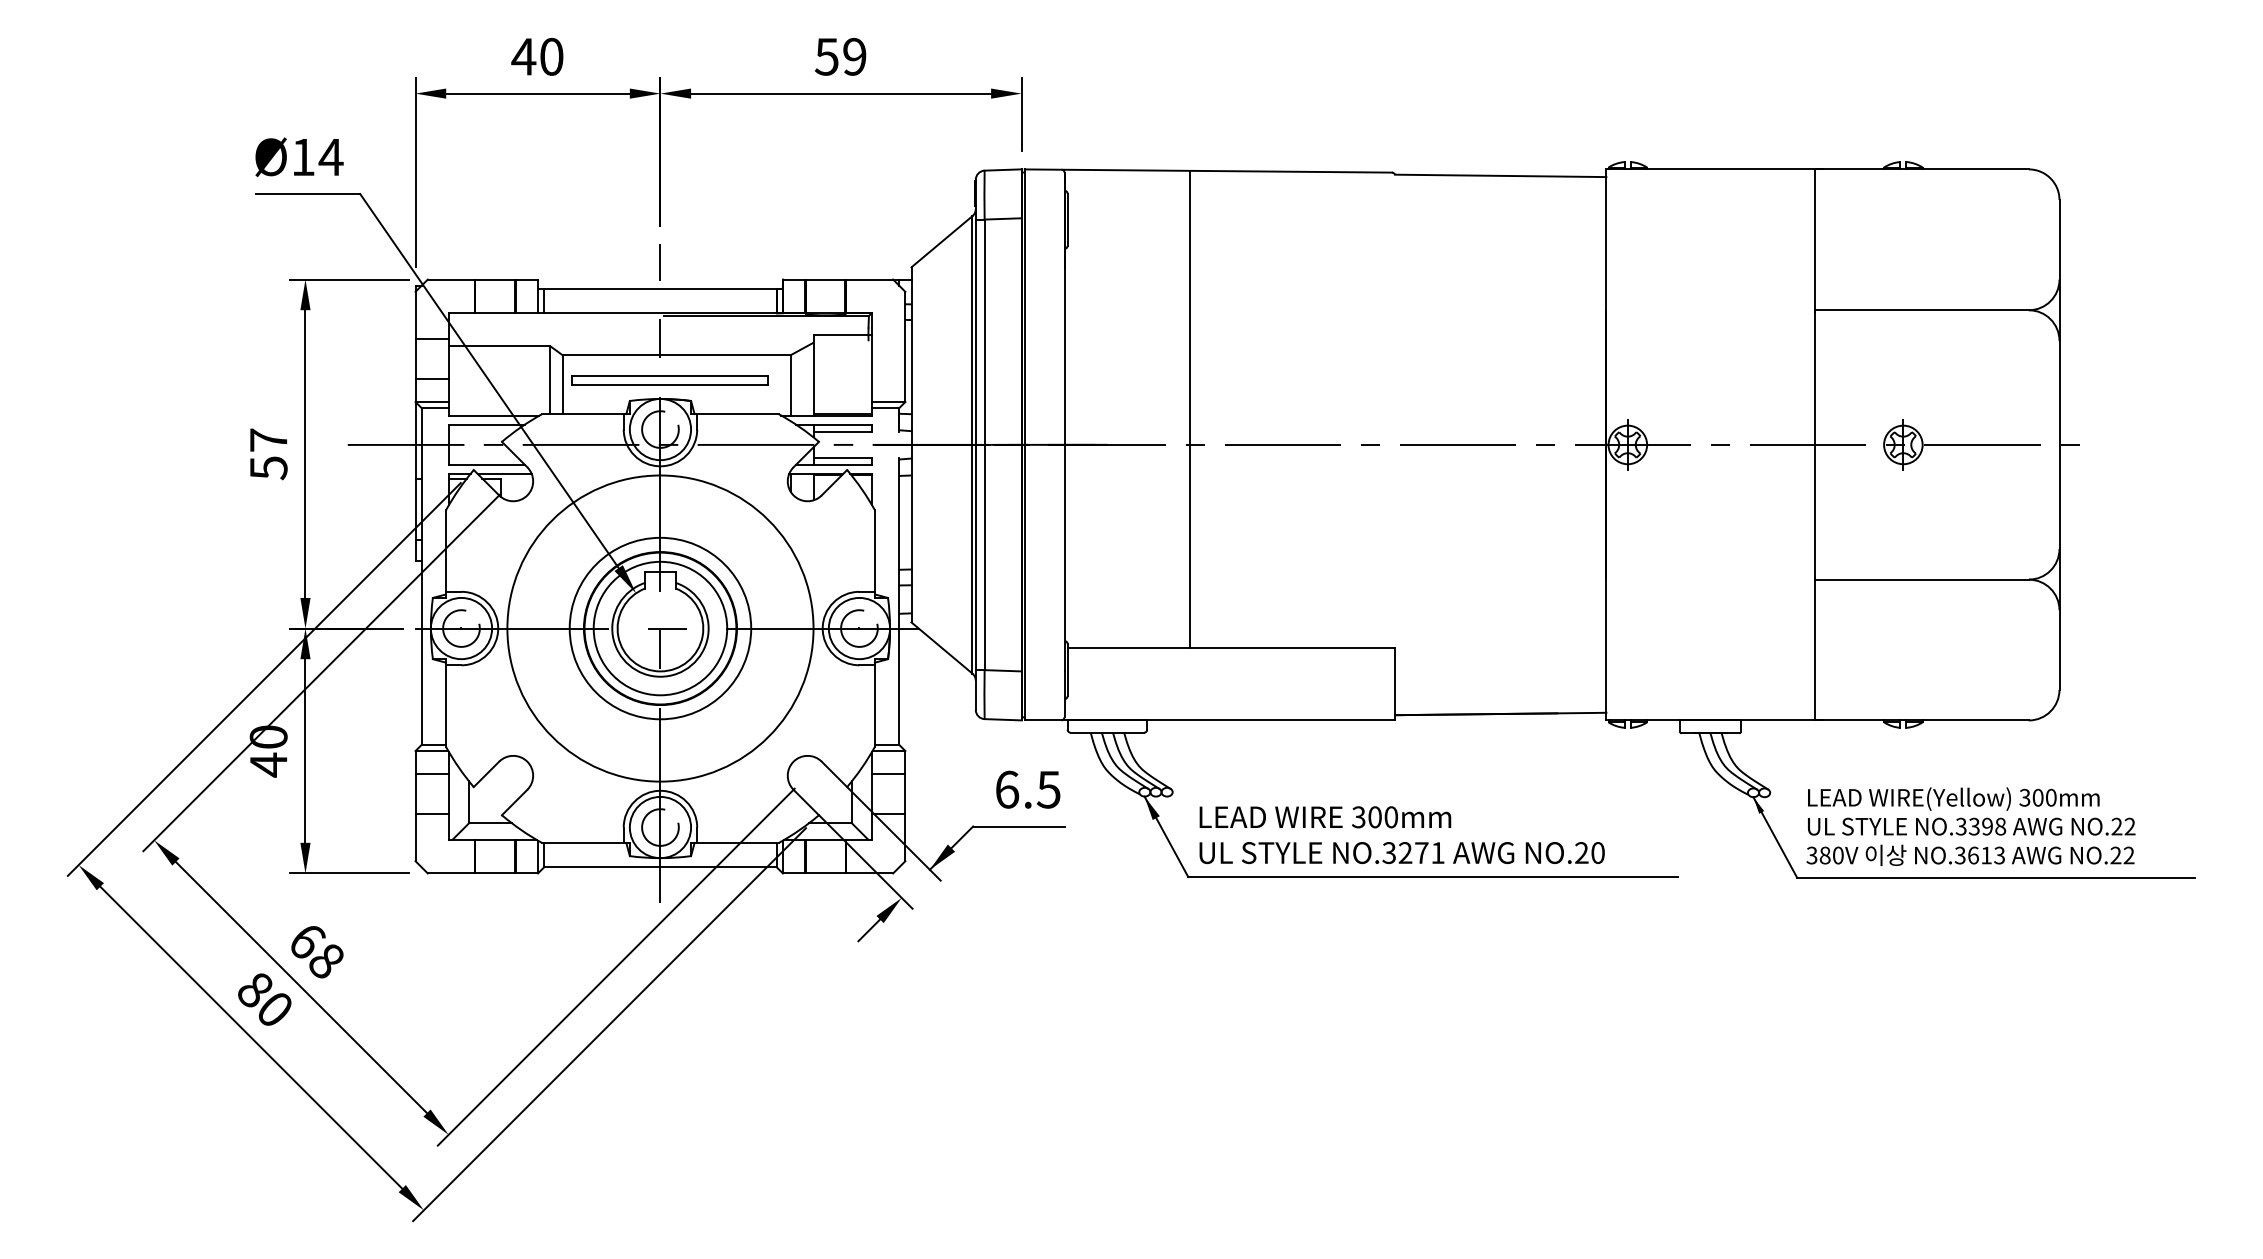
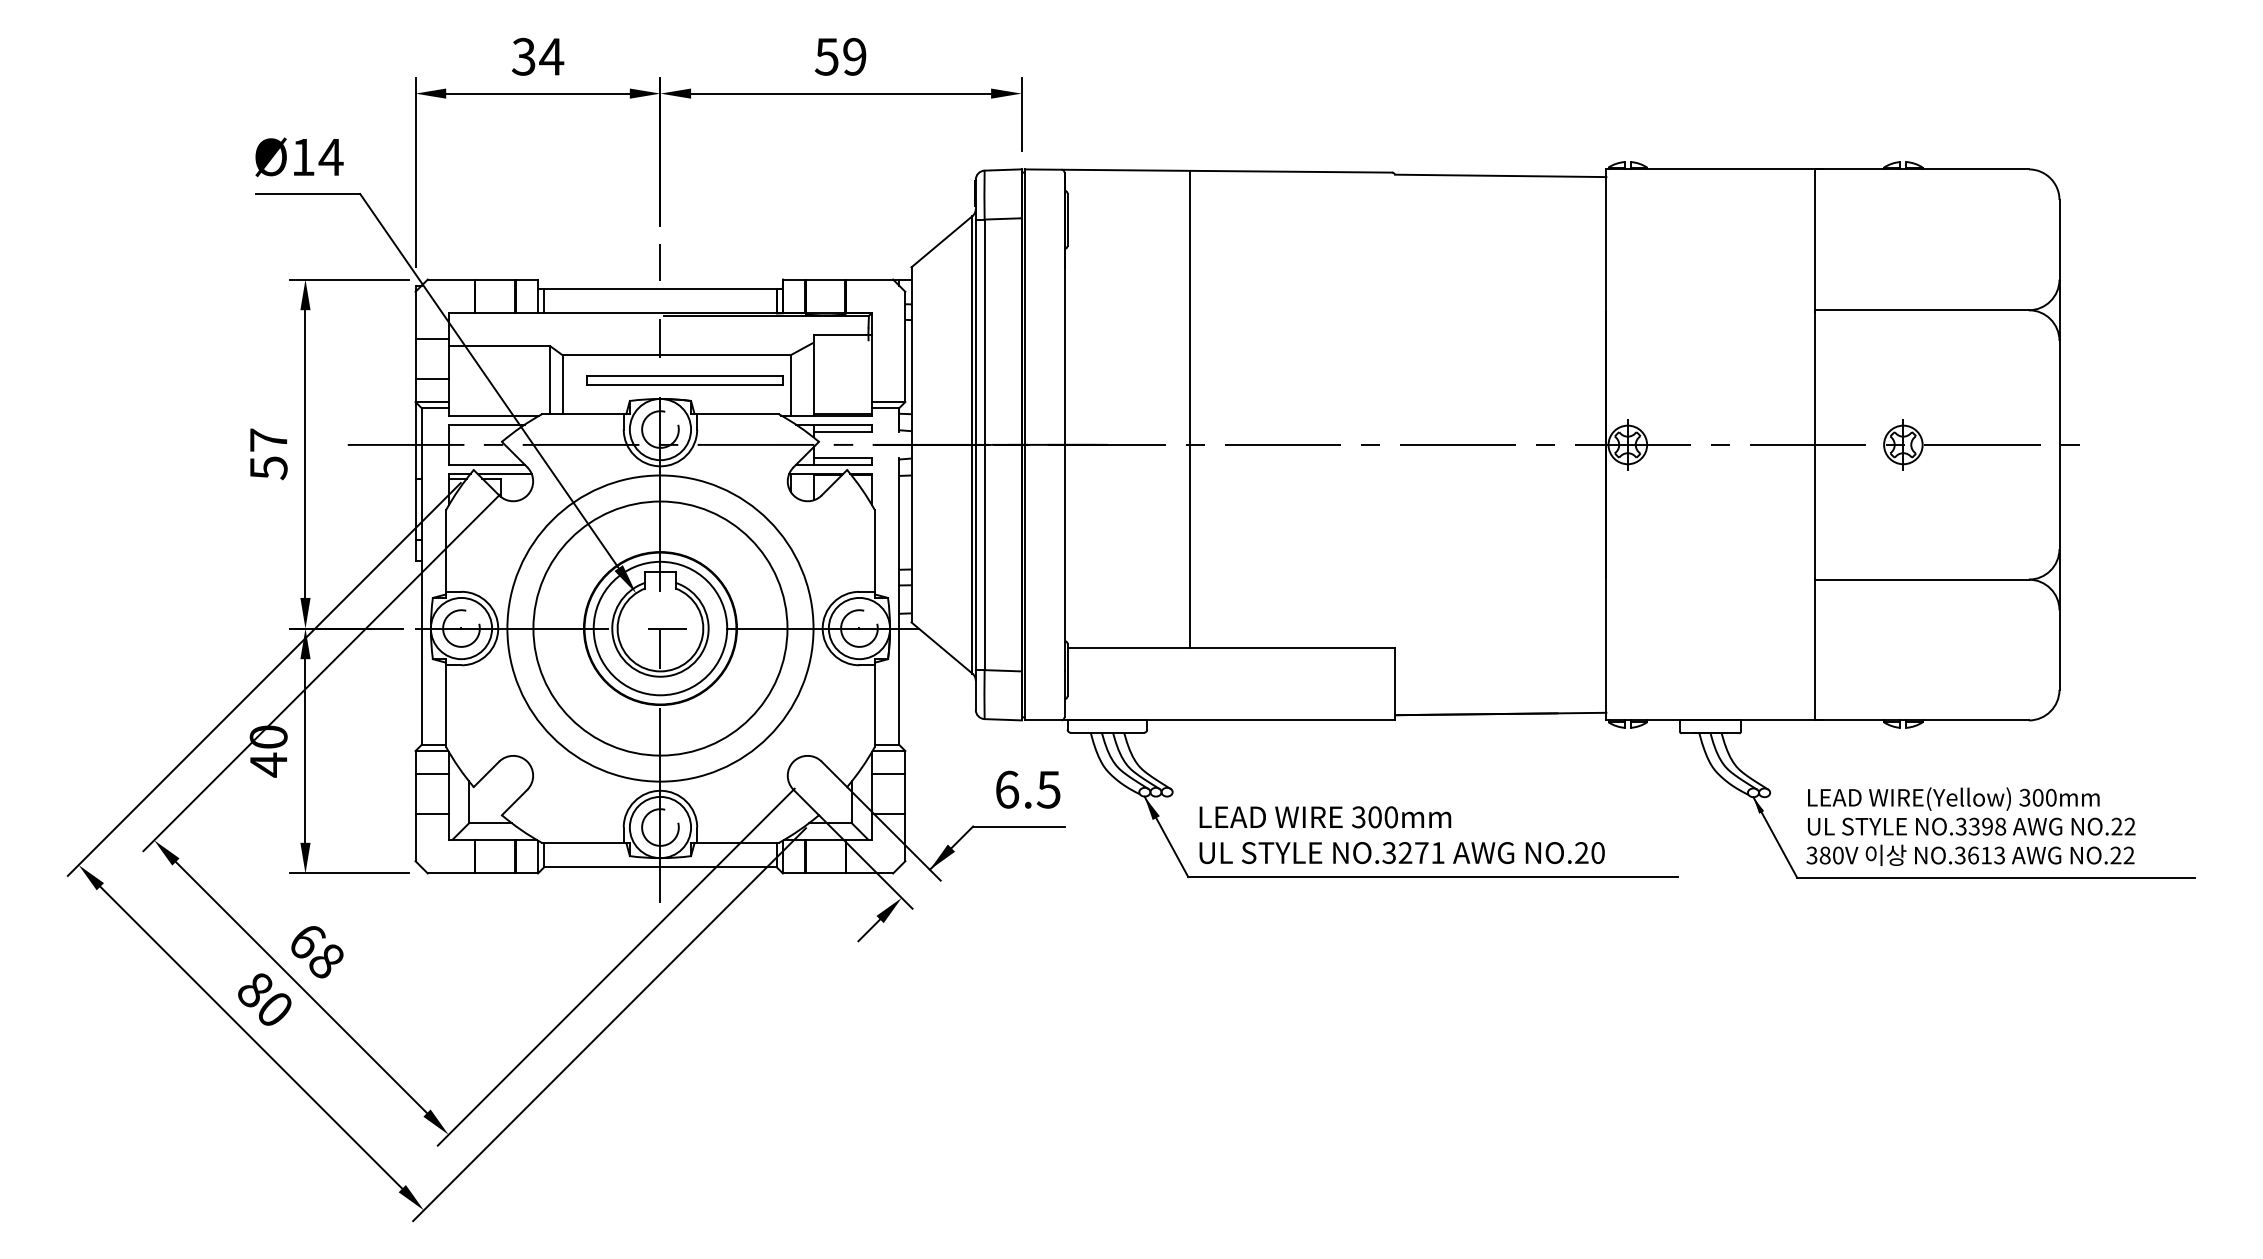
text at (537, 56): 40 -> 34
part at (669, 380) position: (669, 380) -> (684, 380)
circle at (660, 628) diameter: 181 px -> 254 px
